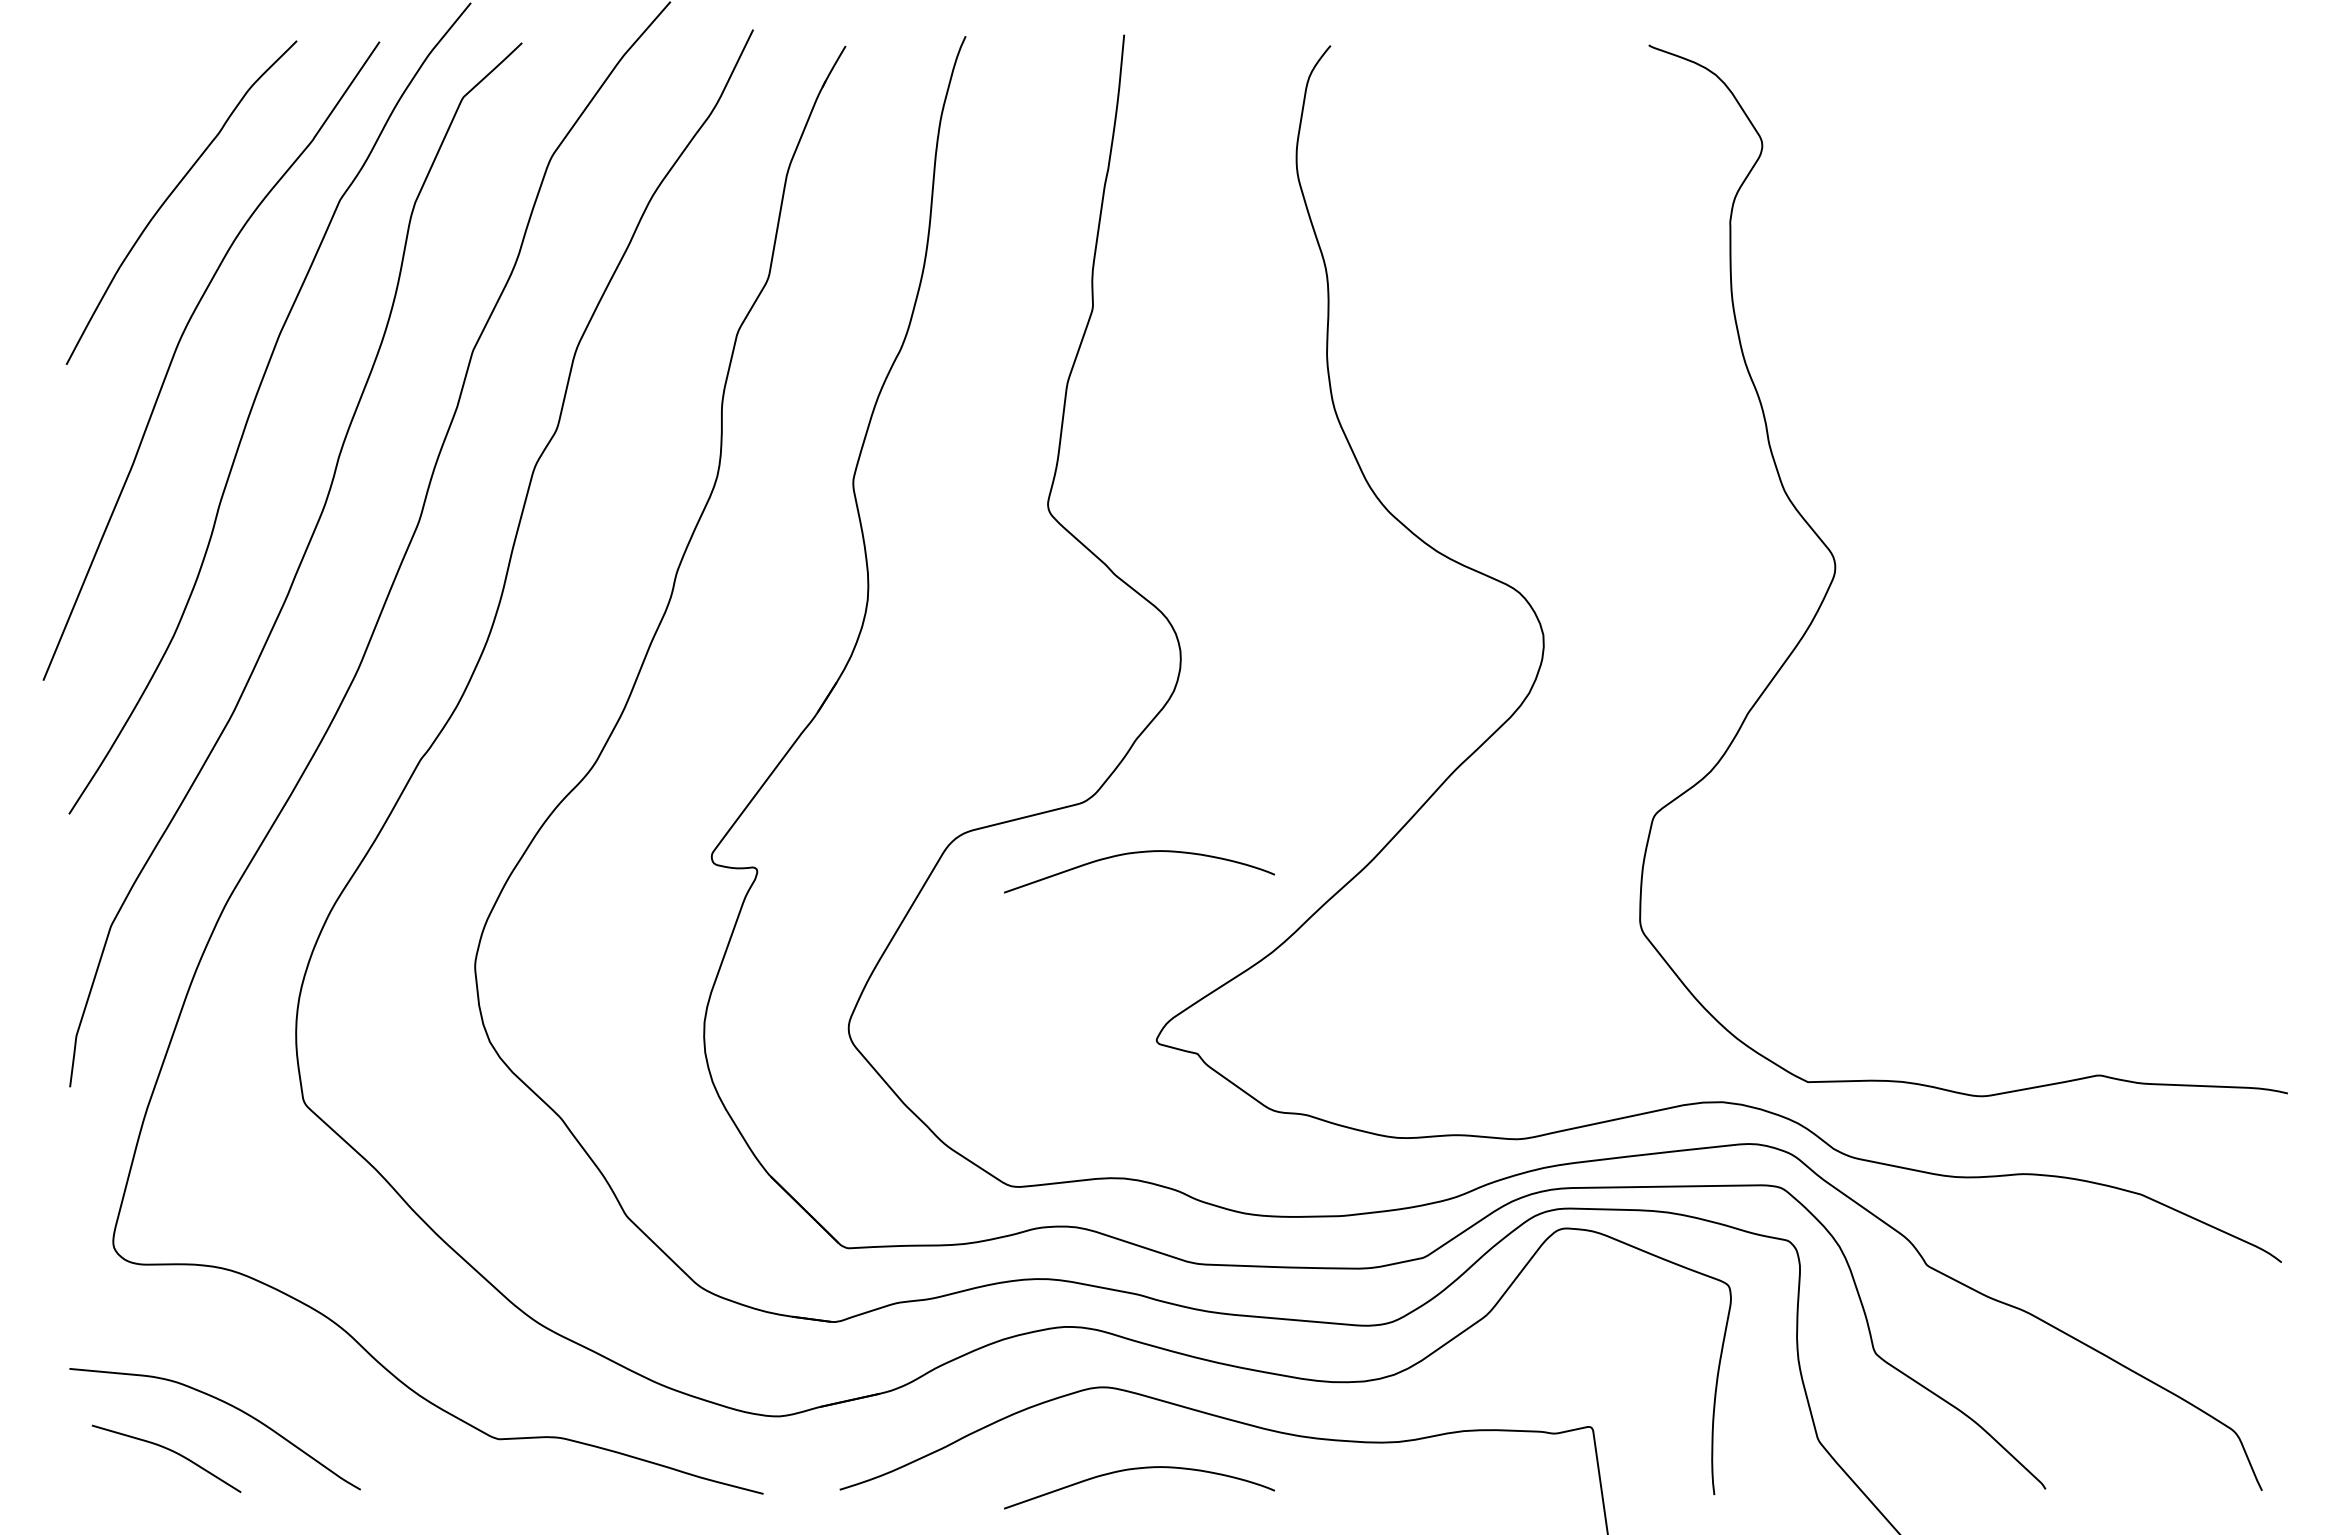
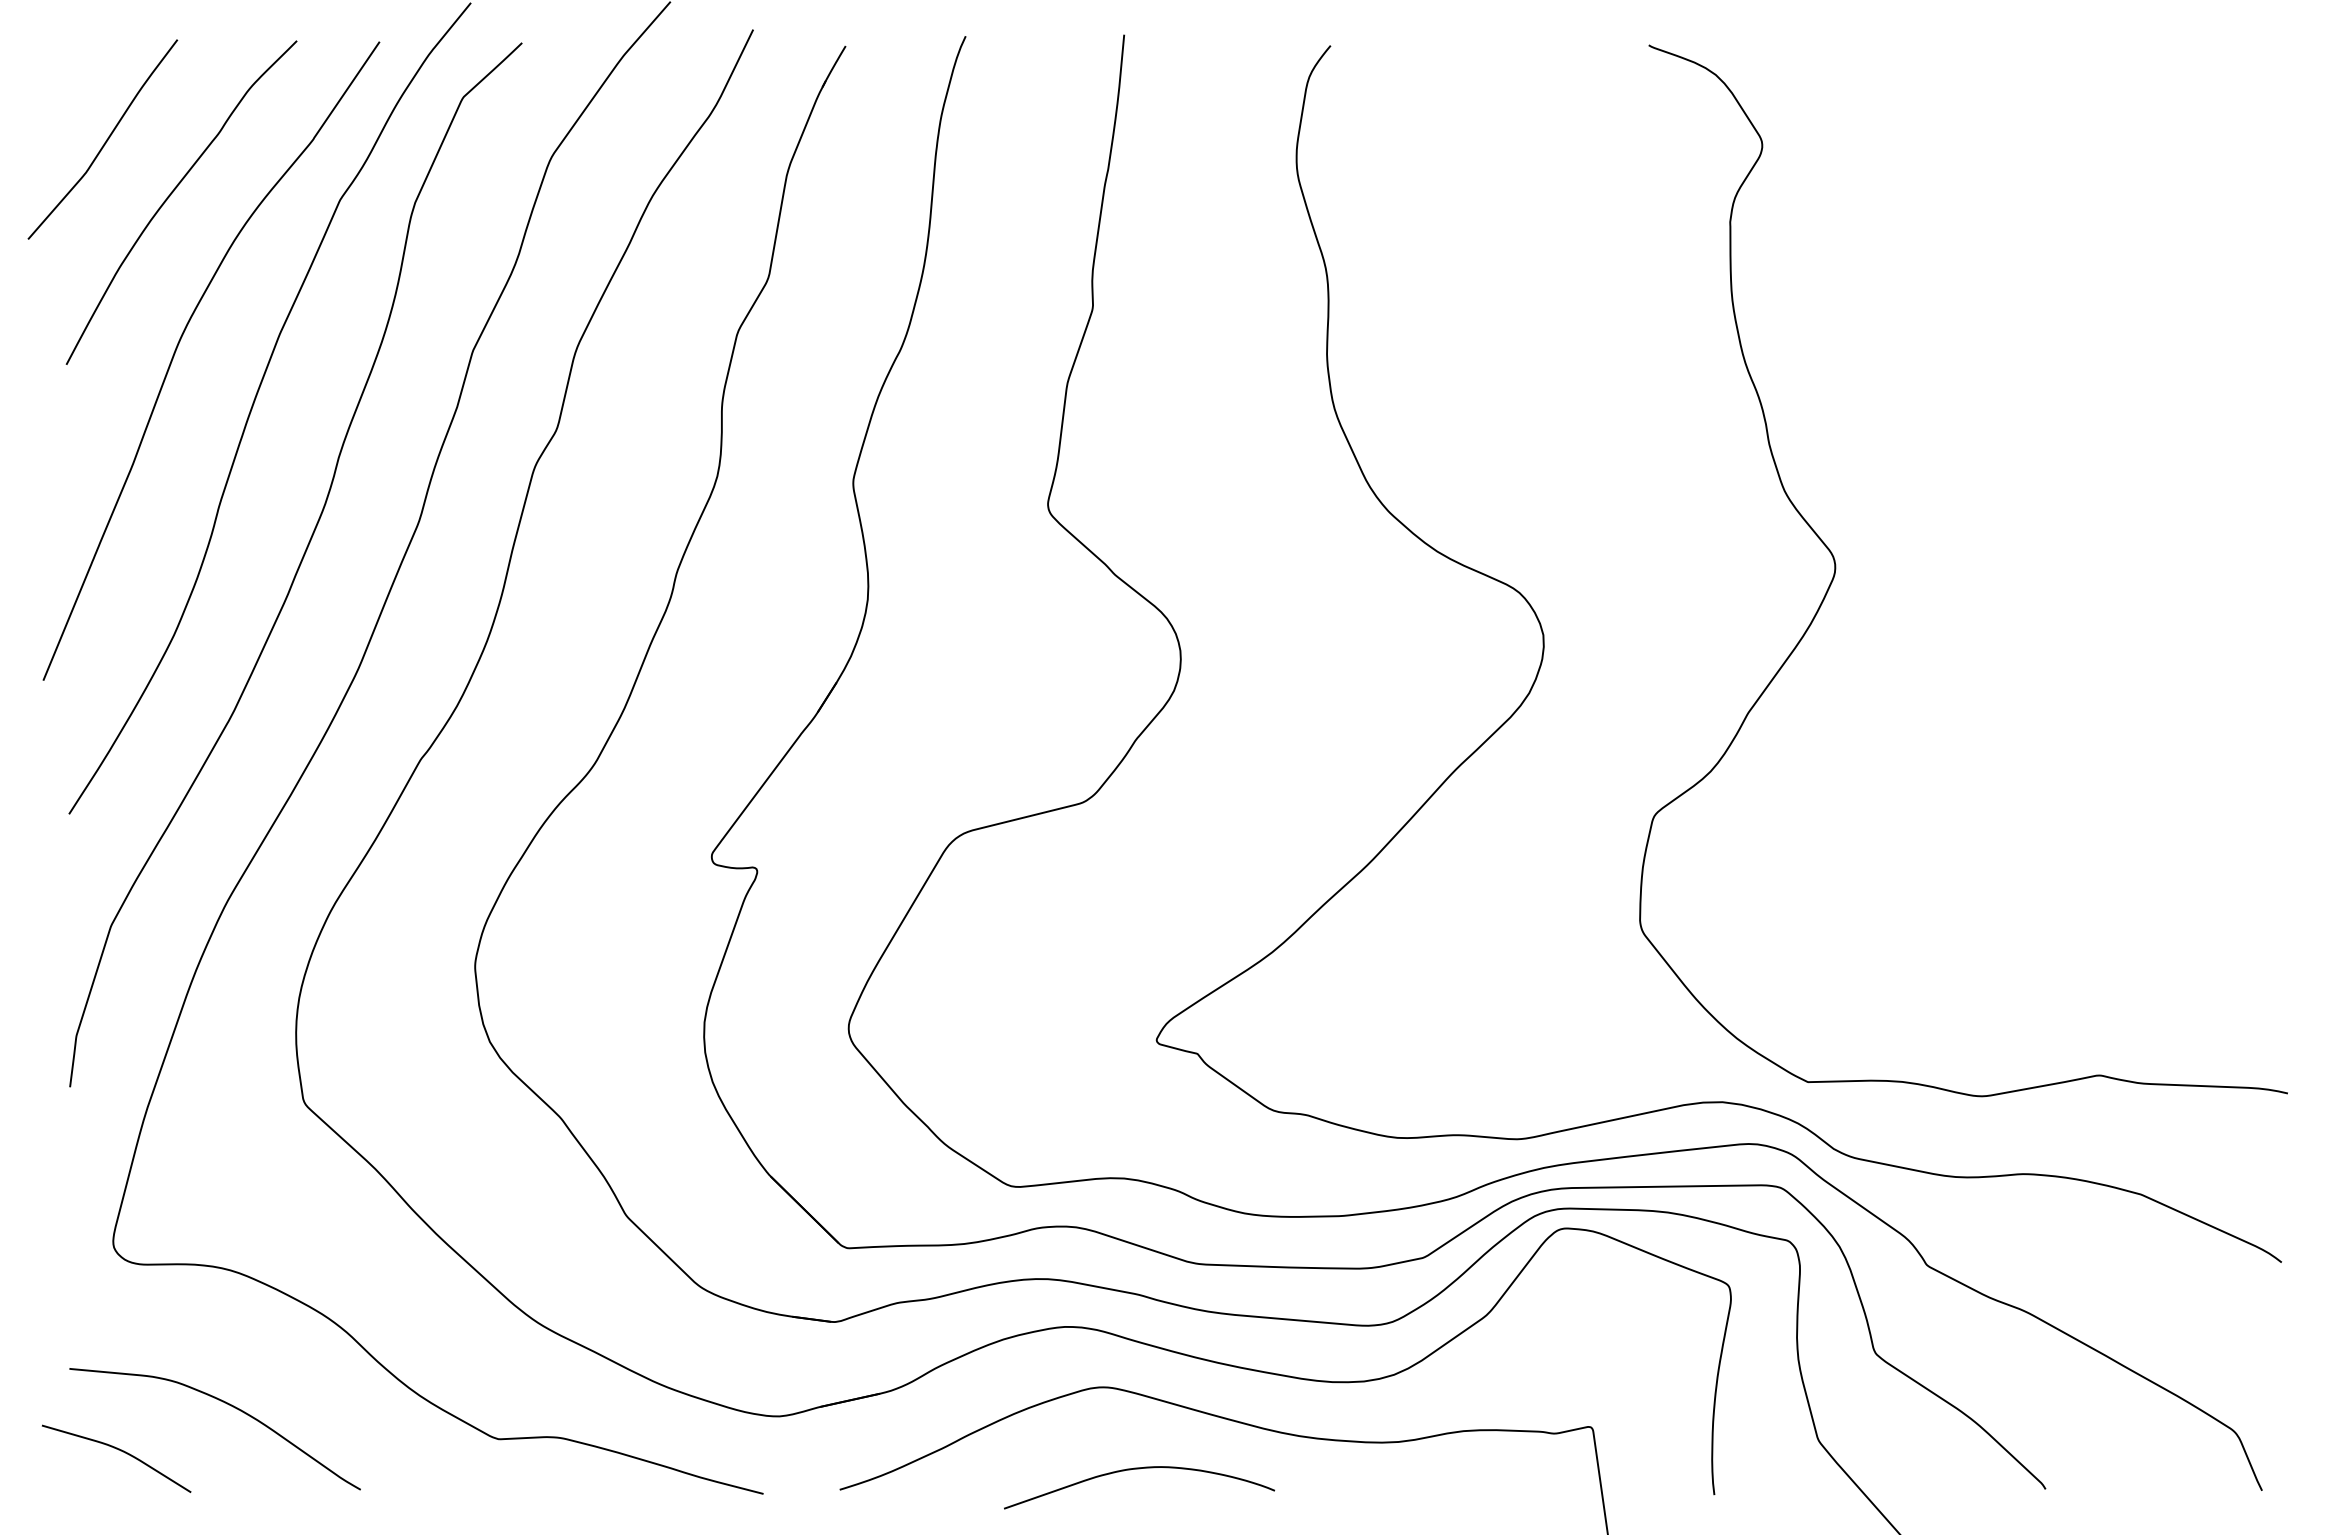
curve at (105, 141): none -> present
curve at (1139, 853): present -> none
curve at (170, 1451) position: (170, 1451) -> (120, 1451)
